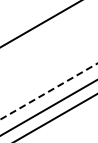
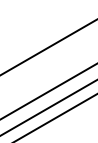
line at (40, 24) position: (40, 24) -> (48, 47)
line at (49, 91): dashed -> solid
